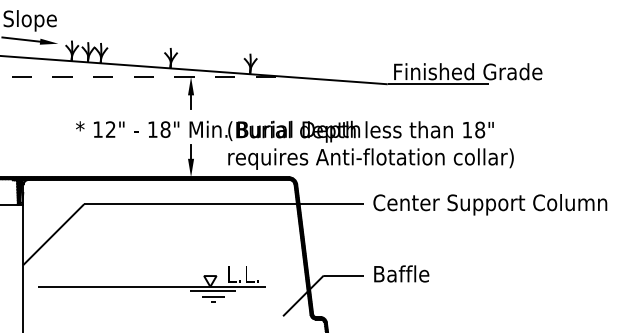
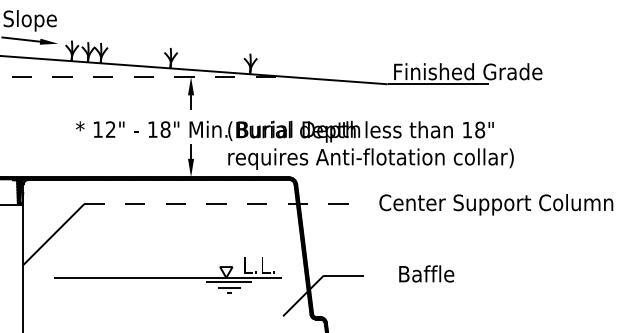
line at (223, 204): solid -> dashed
text at (490, 204) position: (490, 204) -> (496, 204)
text at (401, 273) position: (401, 273) -> (426, 273)
part at (151, 284) position: (151, 284) -> (167, 275)
